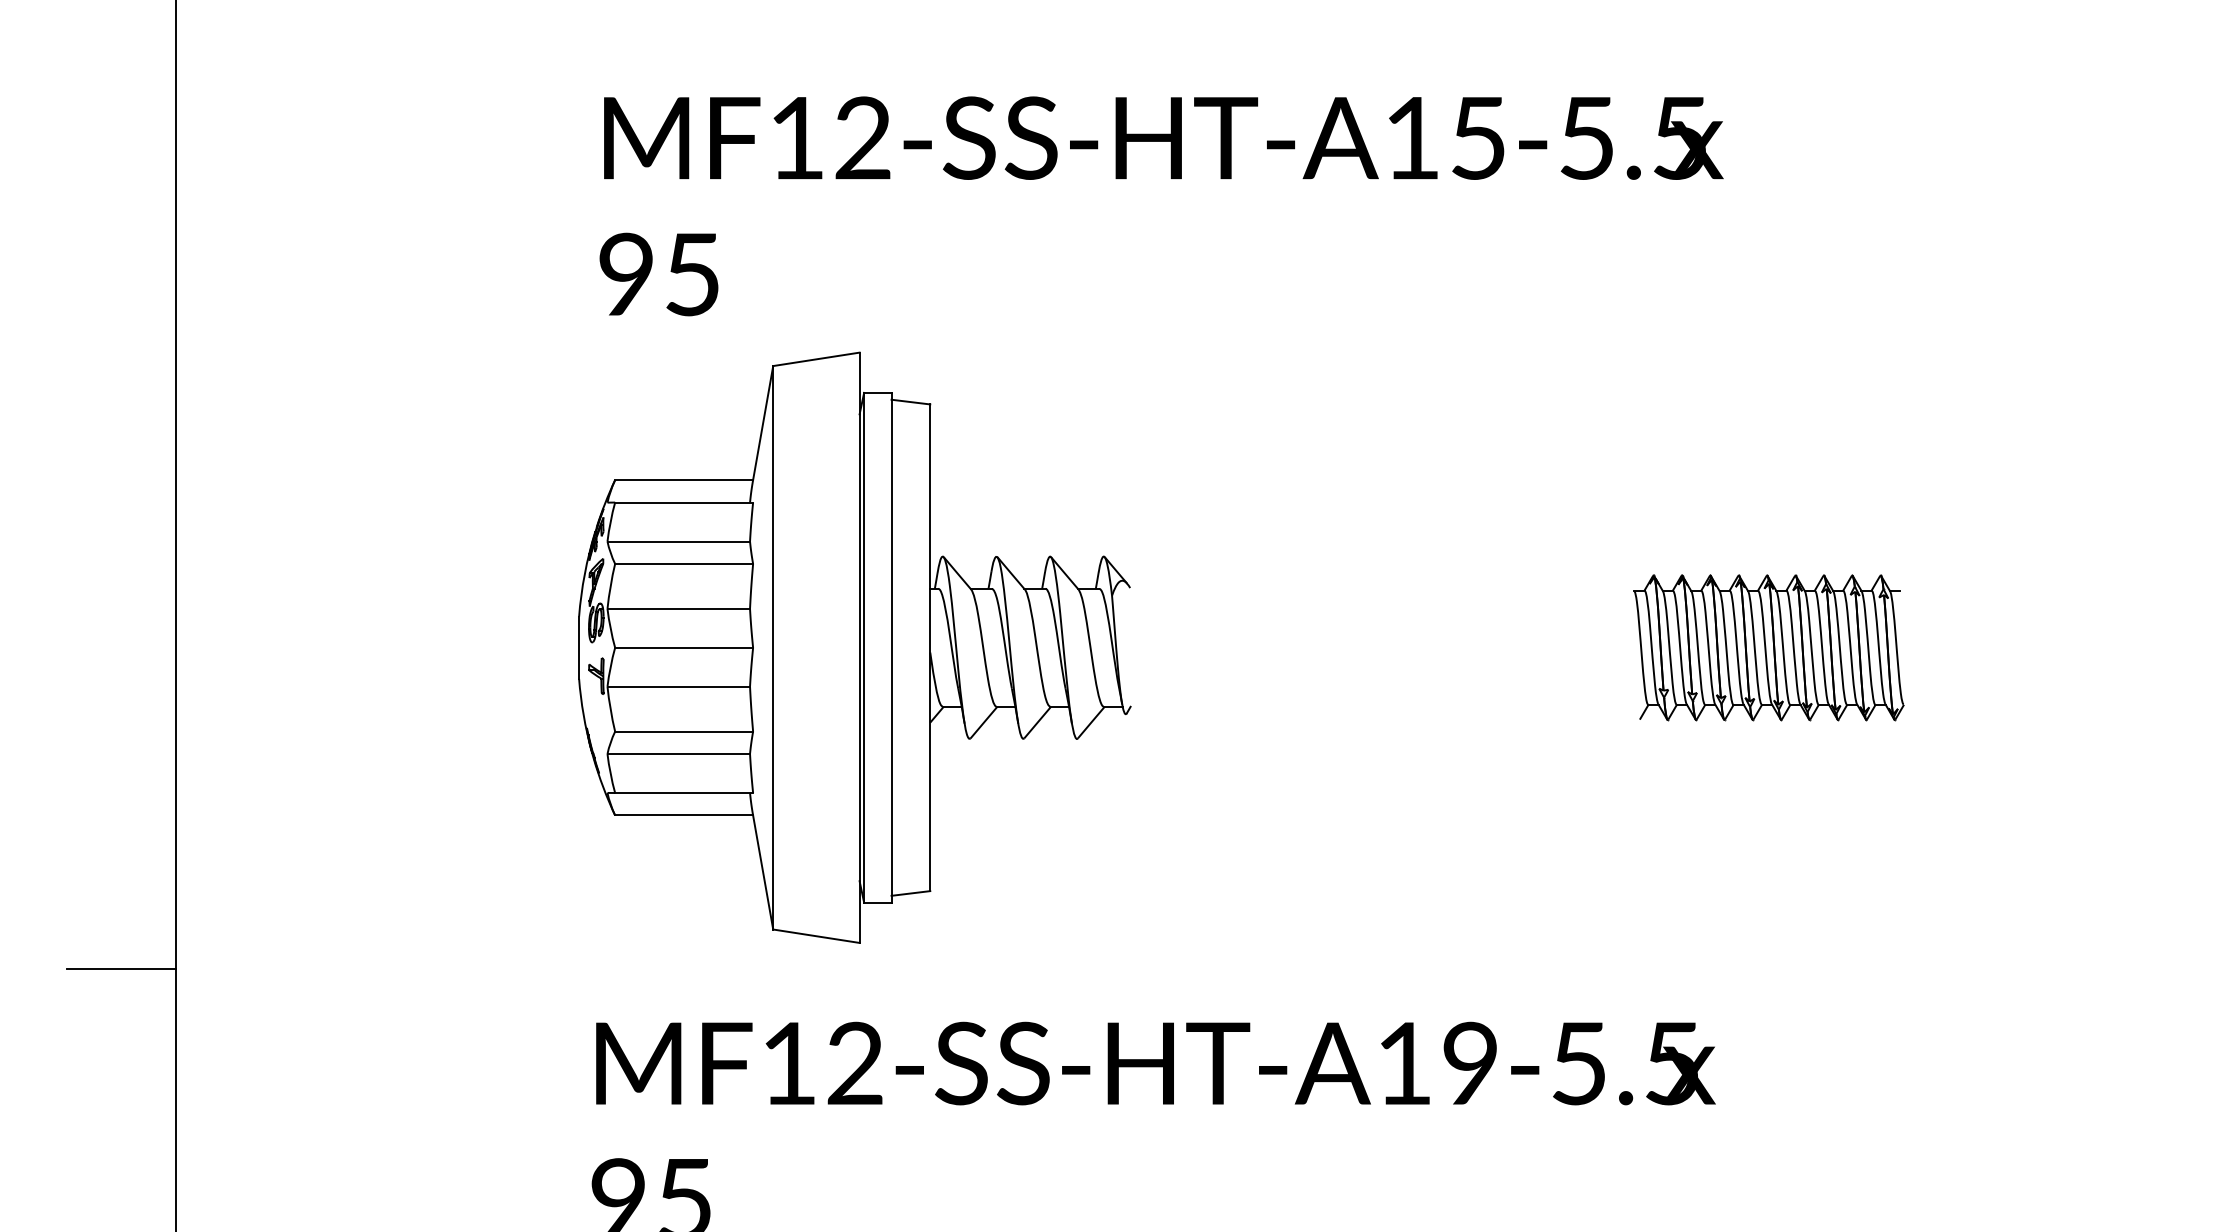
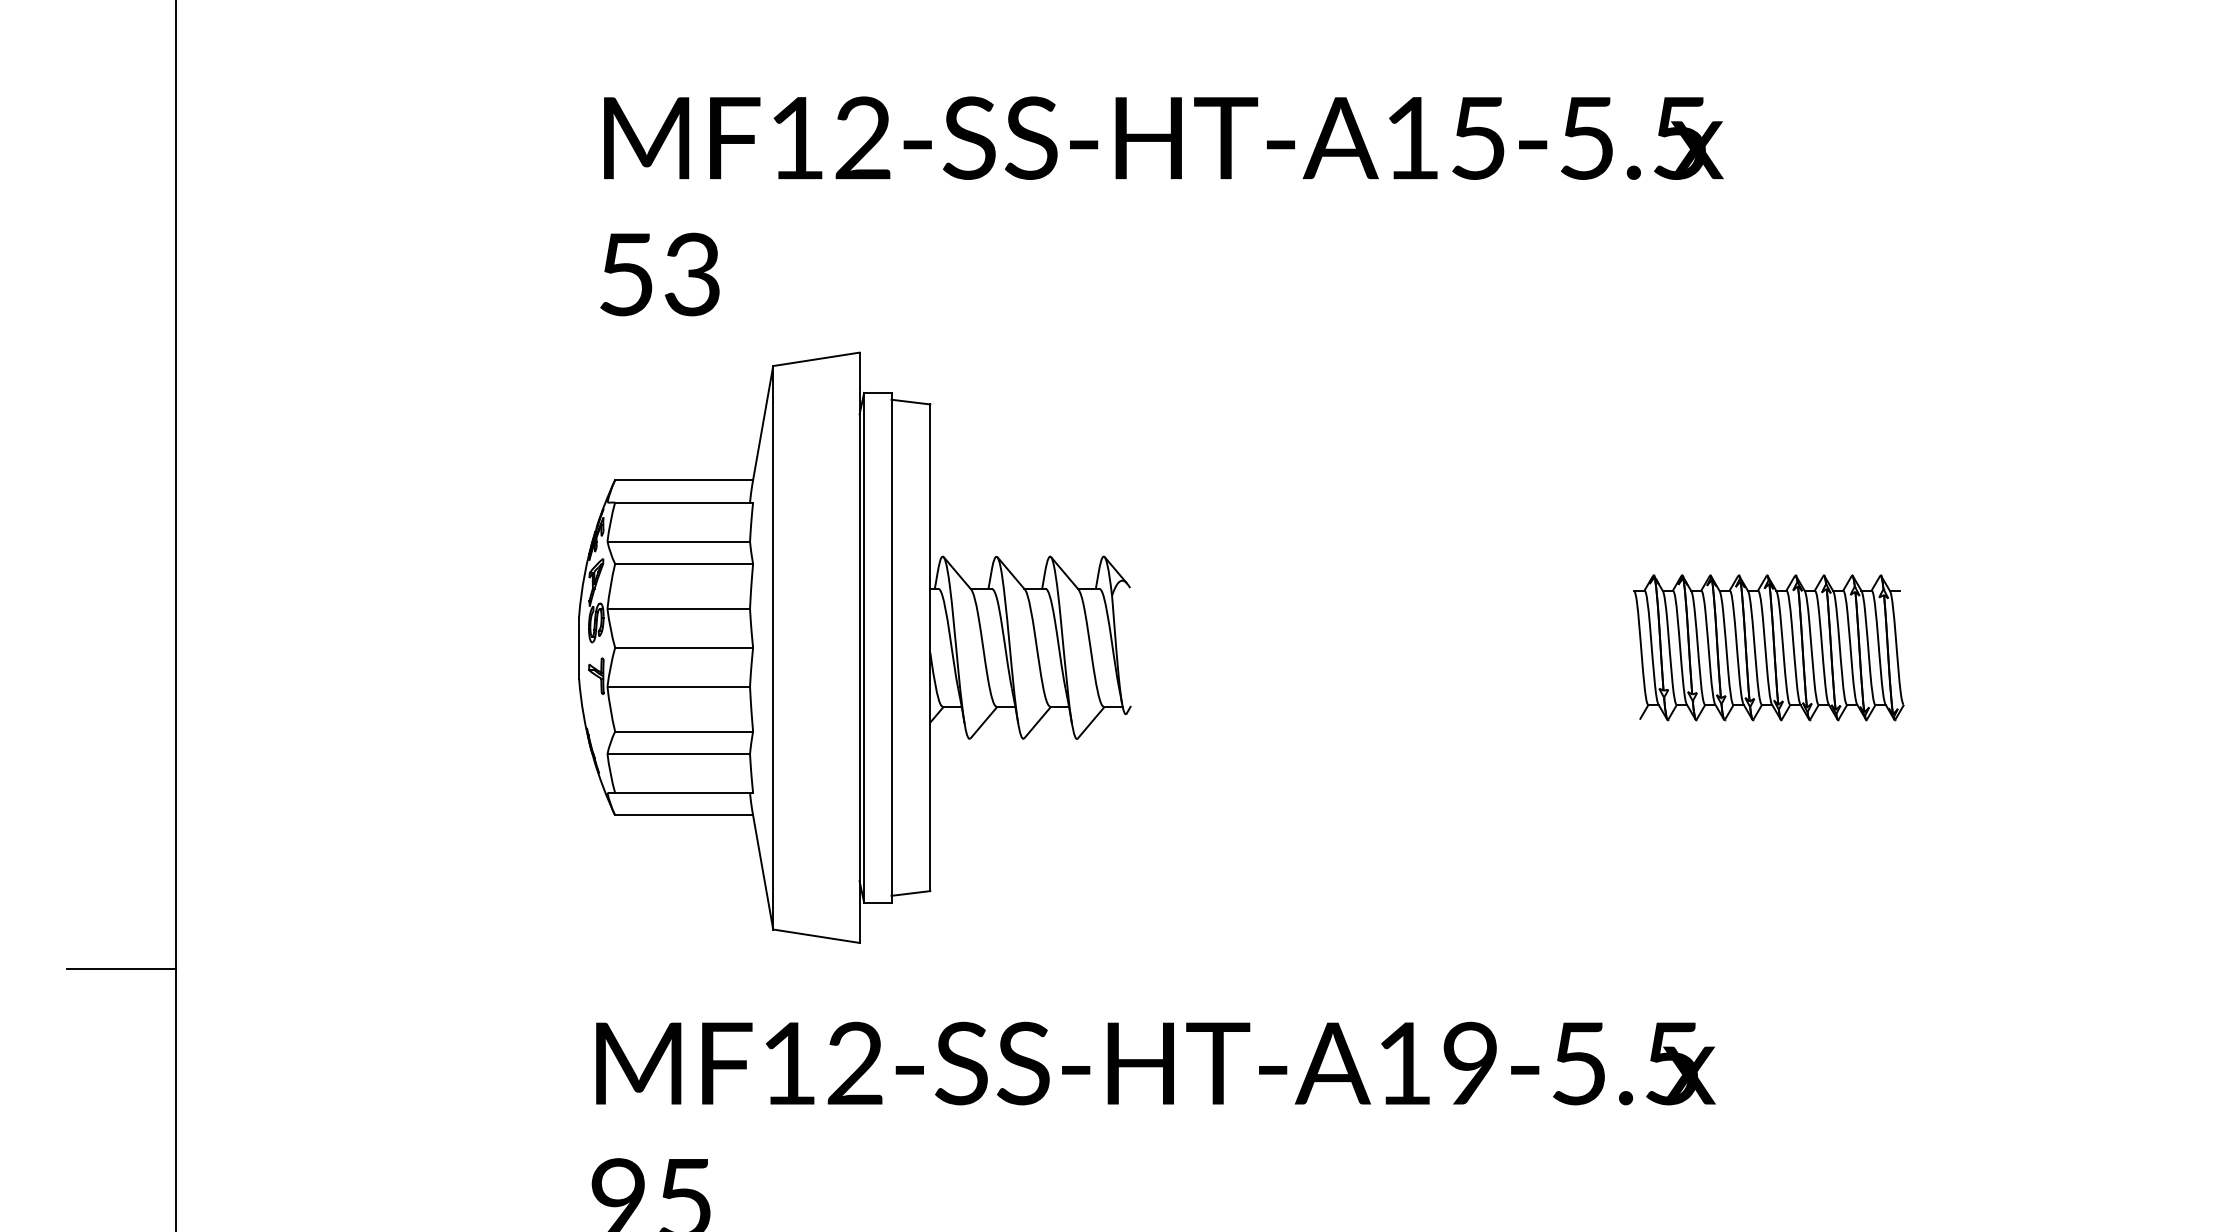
text at (659, 274): 95 -> 53
